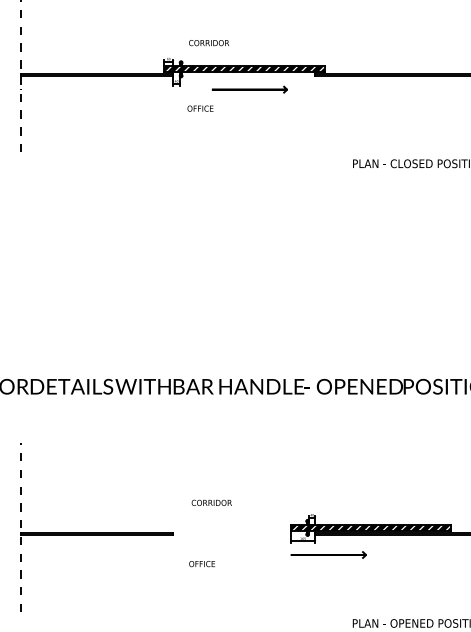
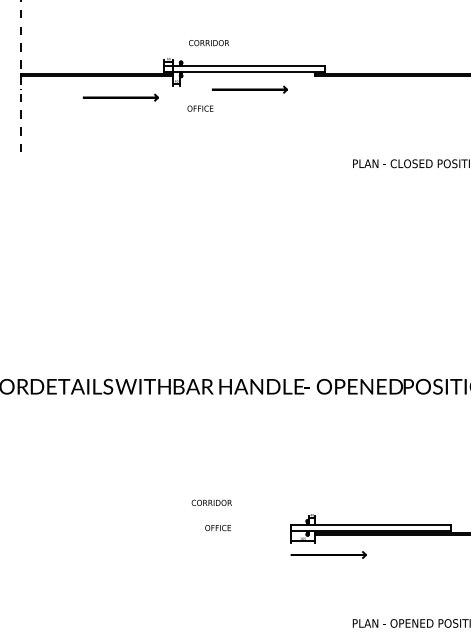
hatch at (244, 69): present -> none
line at (120, 97): none -> present
part at (96, 527): present -> none
hatch at (370, 527): present -> none
text at (202, 564) position: (202, 564) -> (218, 528)
